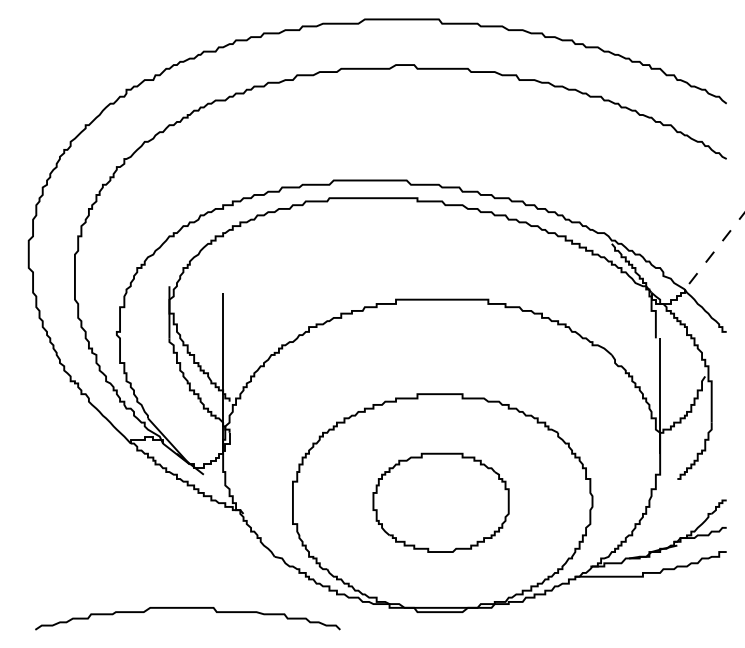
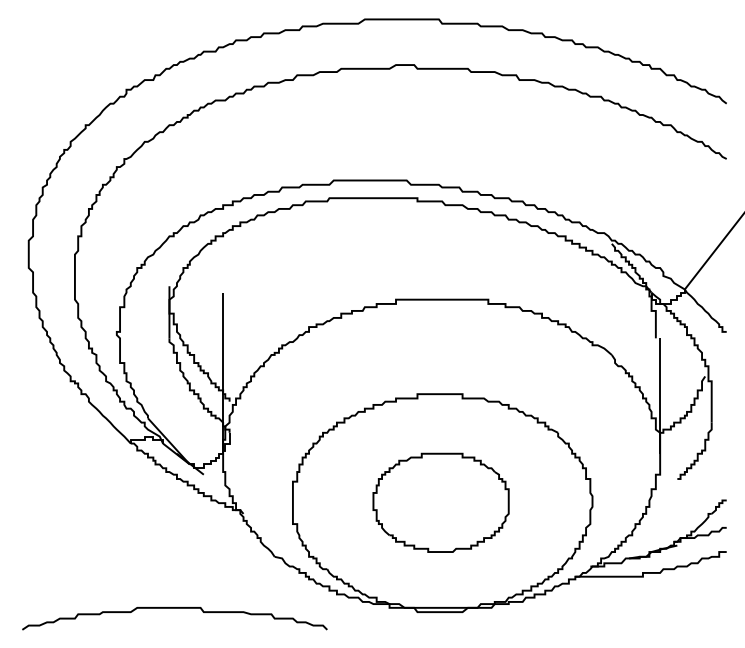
line at (714, 251): dashed -> solid
curve at (187, 608) position: (187, 608) -> (174, 608)
